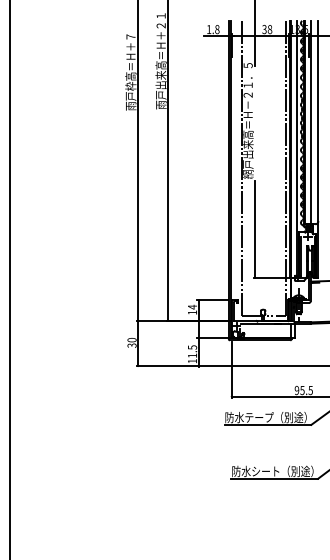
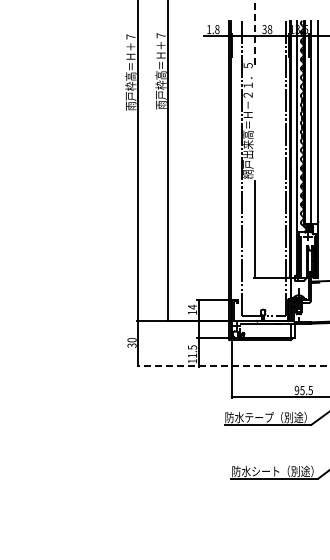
line at (255, 33): solid -> dashed
text at (160, 51): 雨戸出来高＝Ｈ＋２１ -> 雨戸枠高＝Ｈ＋７
line at (10, 279): present -> none
line at (232, 366): solid -> dashed
